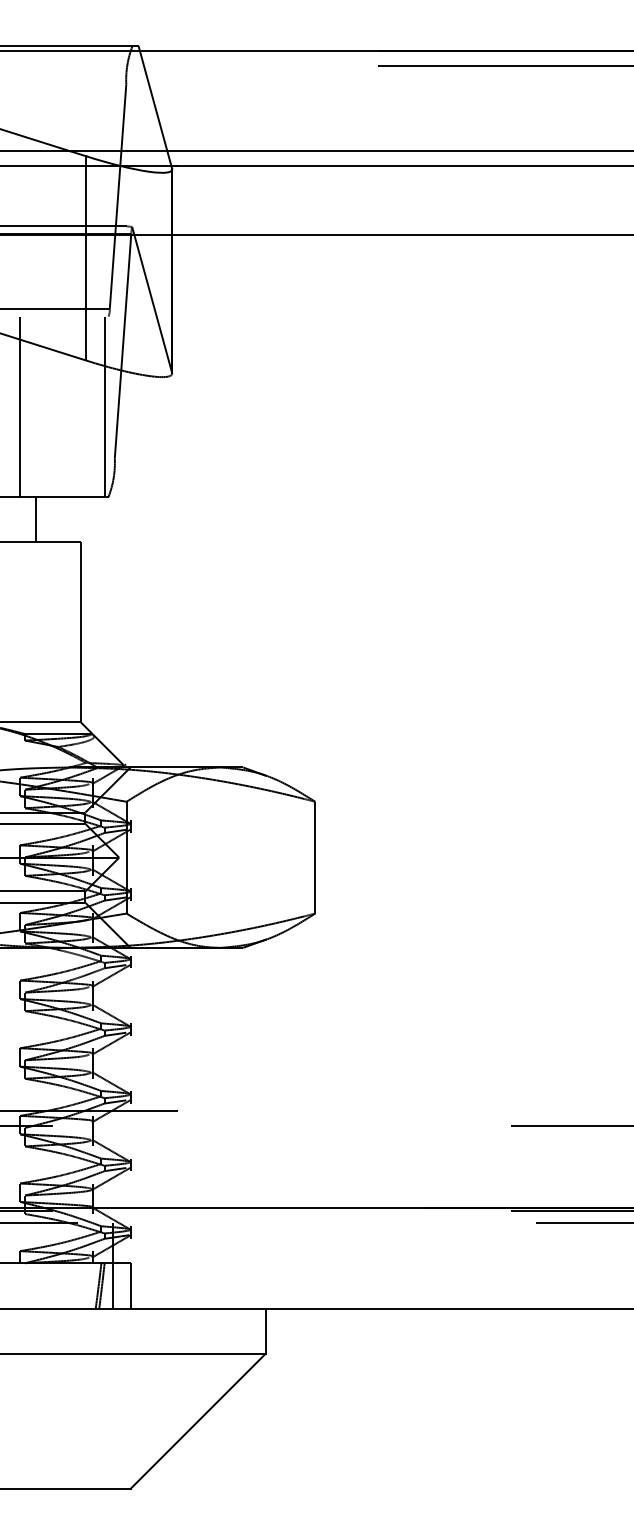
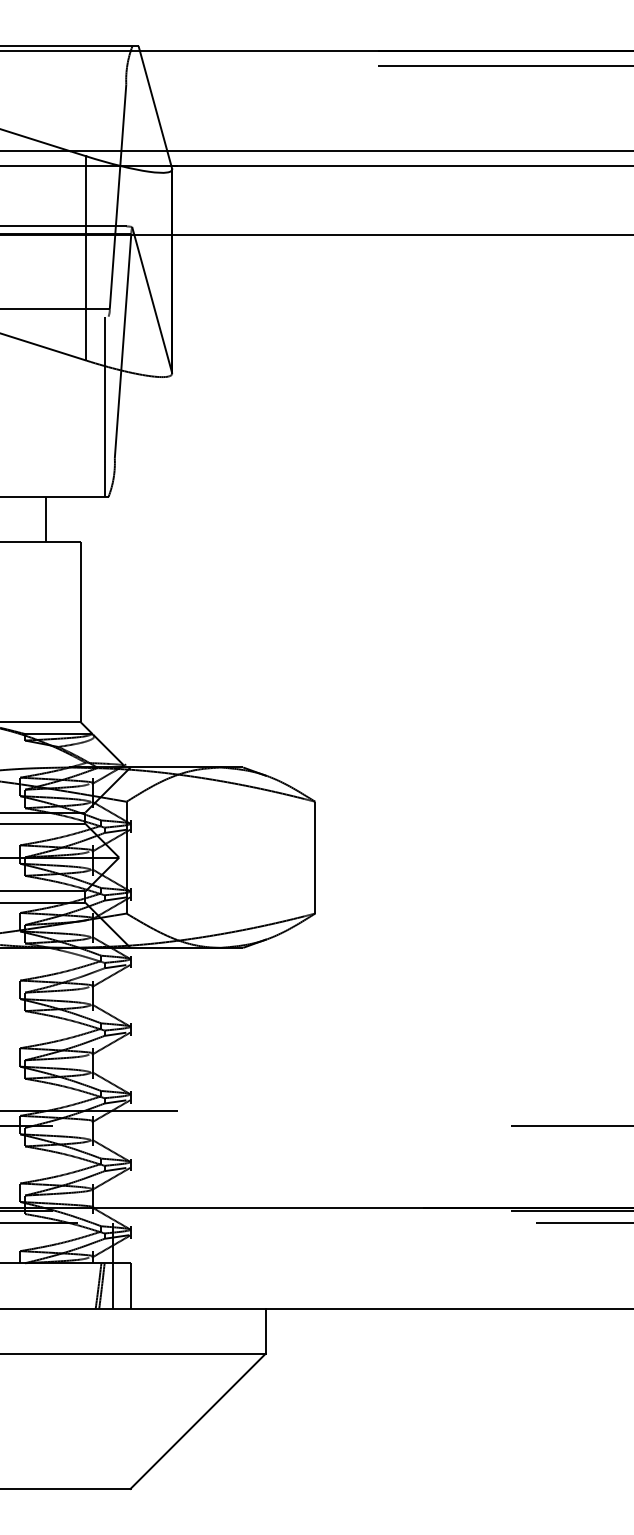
line at (20, 406): present -> none
line at (35, 519) position: (35, 519) -> (45, 519)
